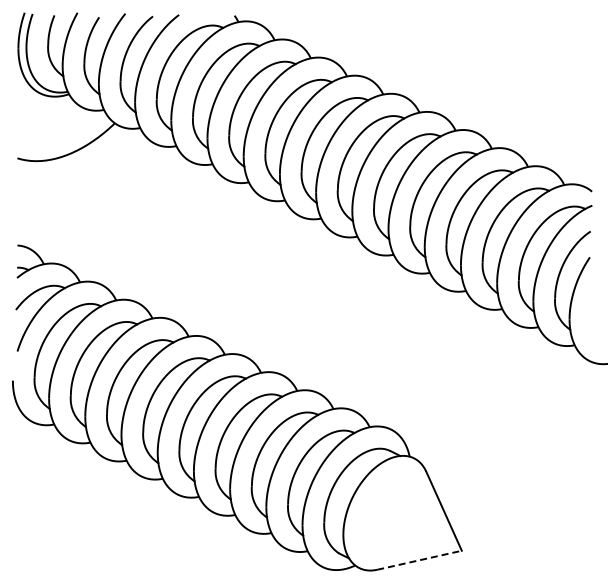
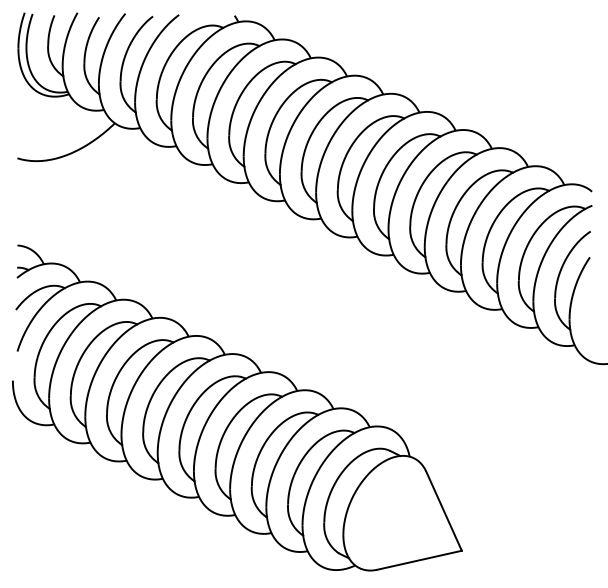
line at (420, 560): dashed -> solid
